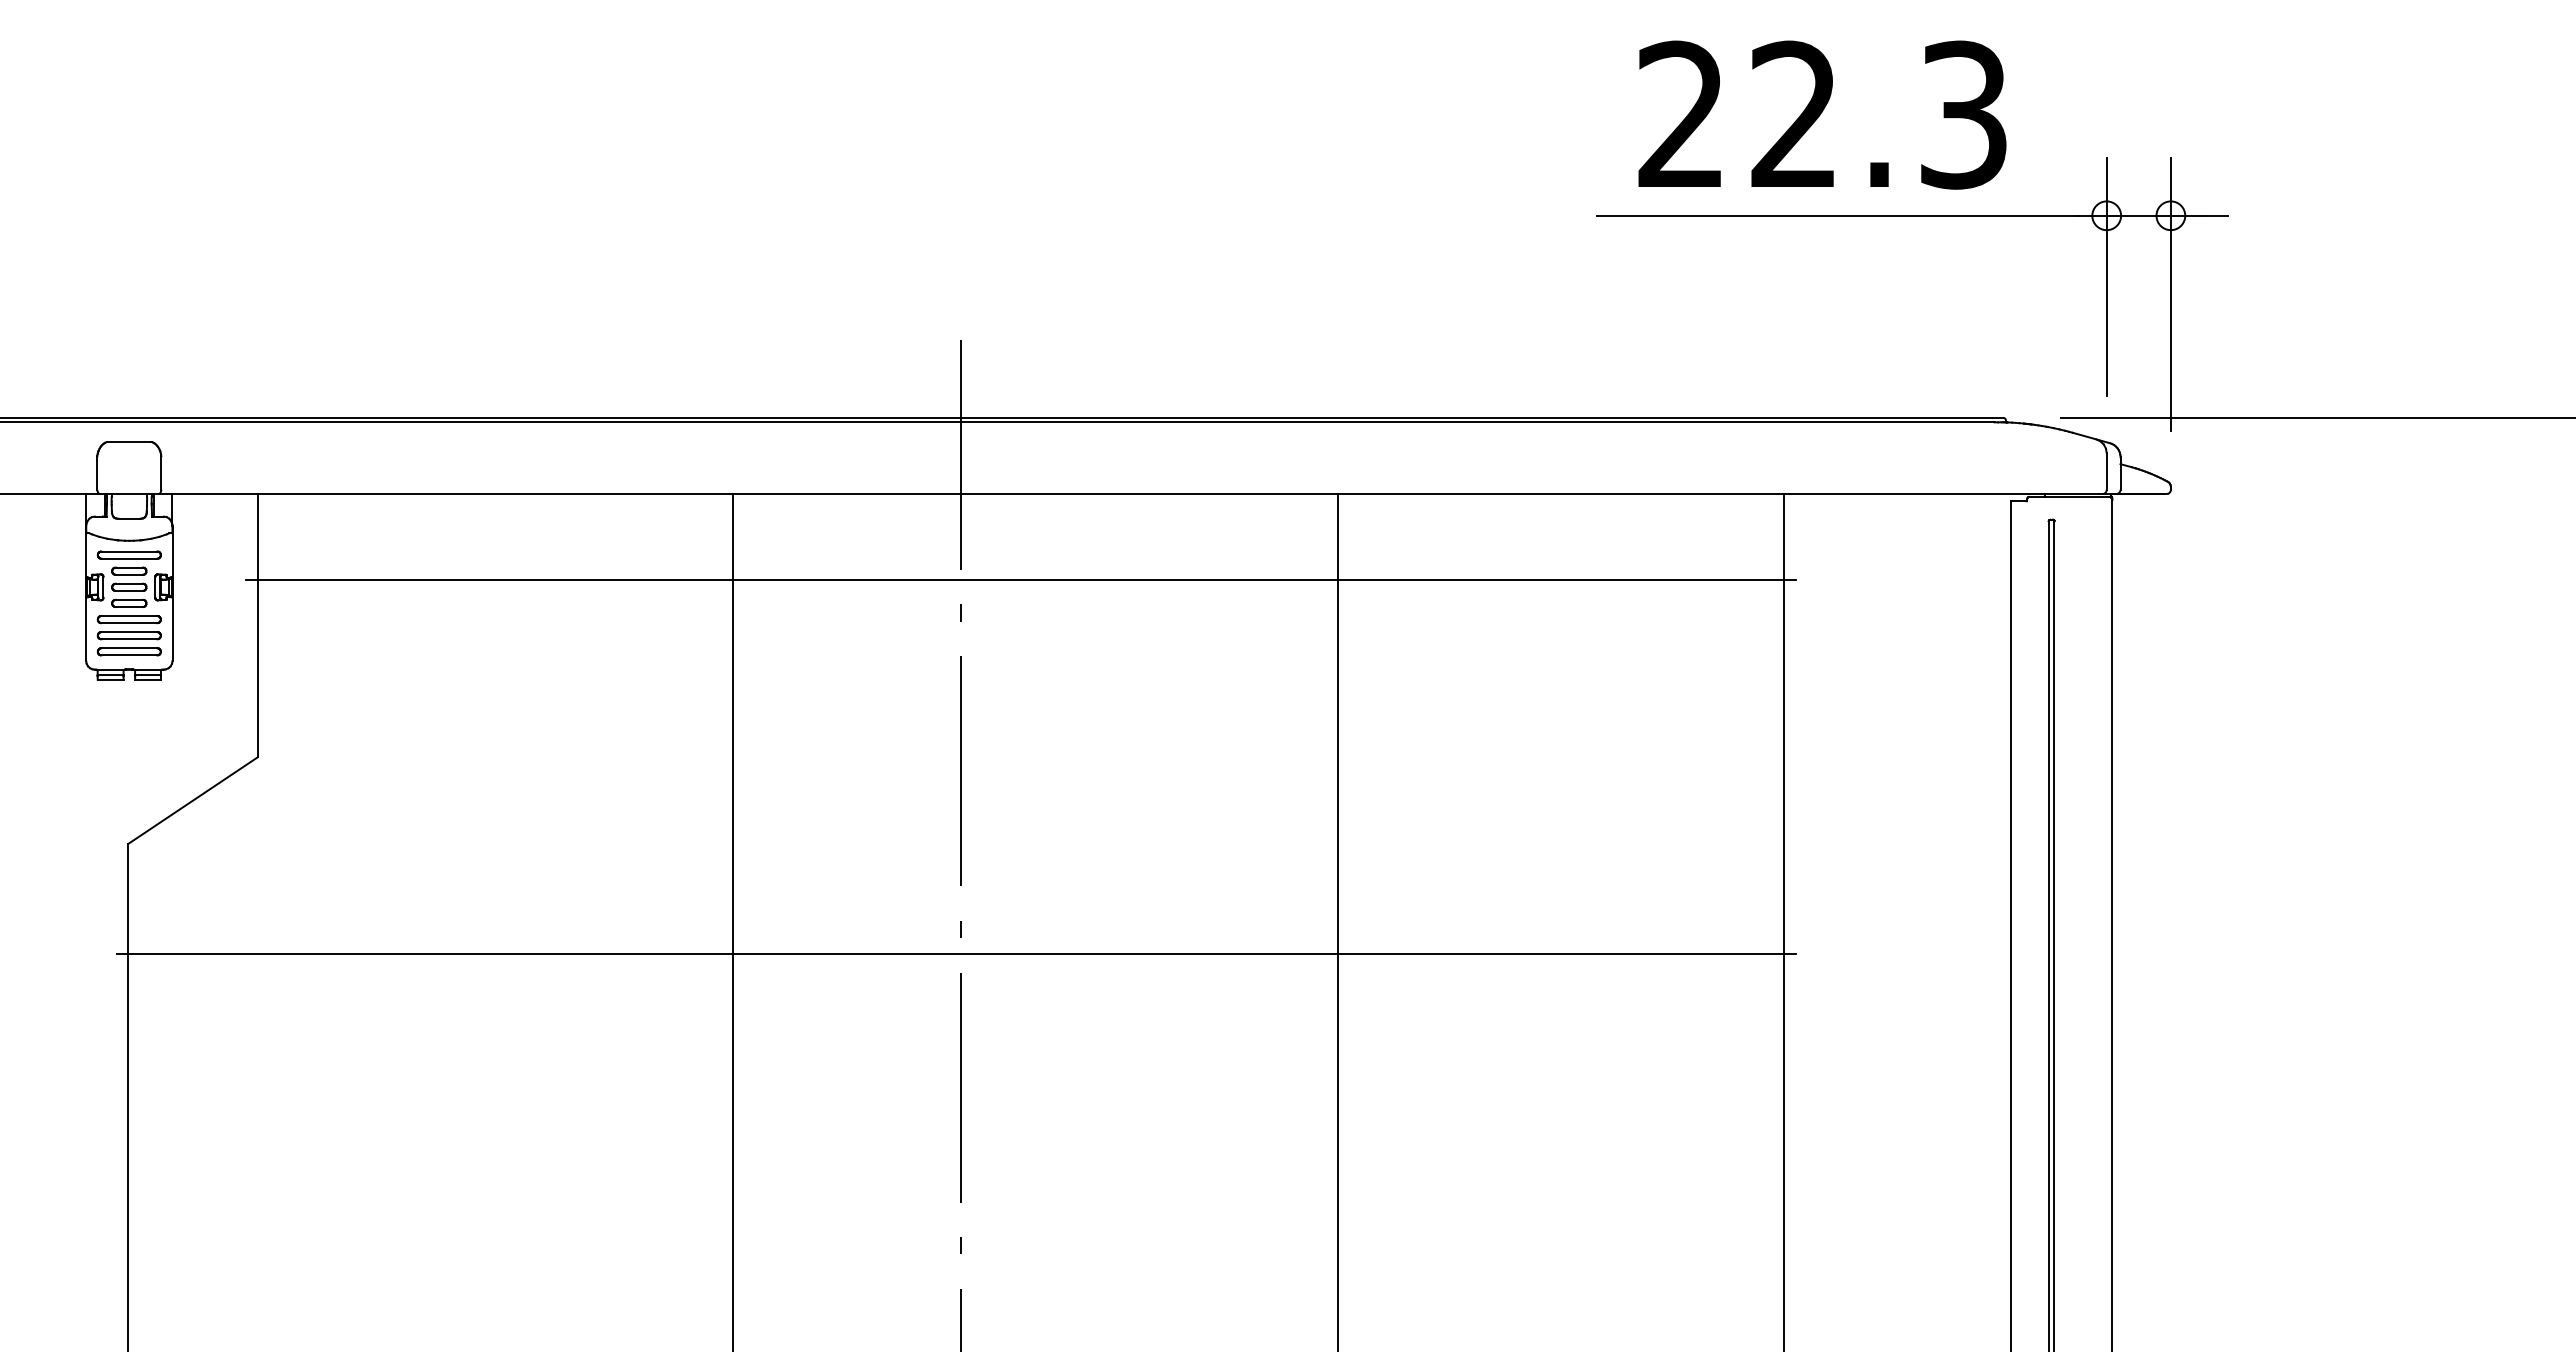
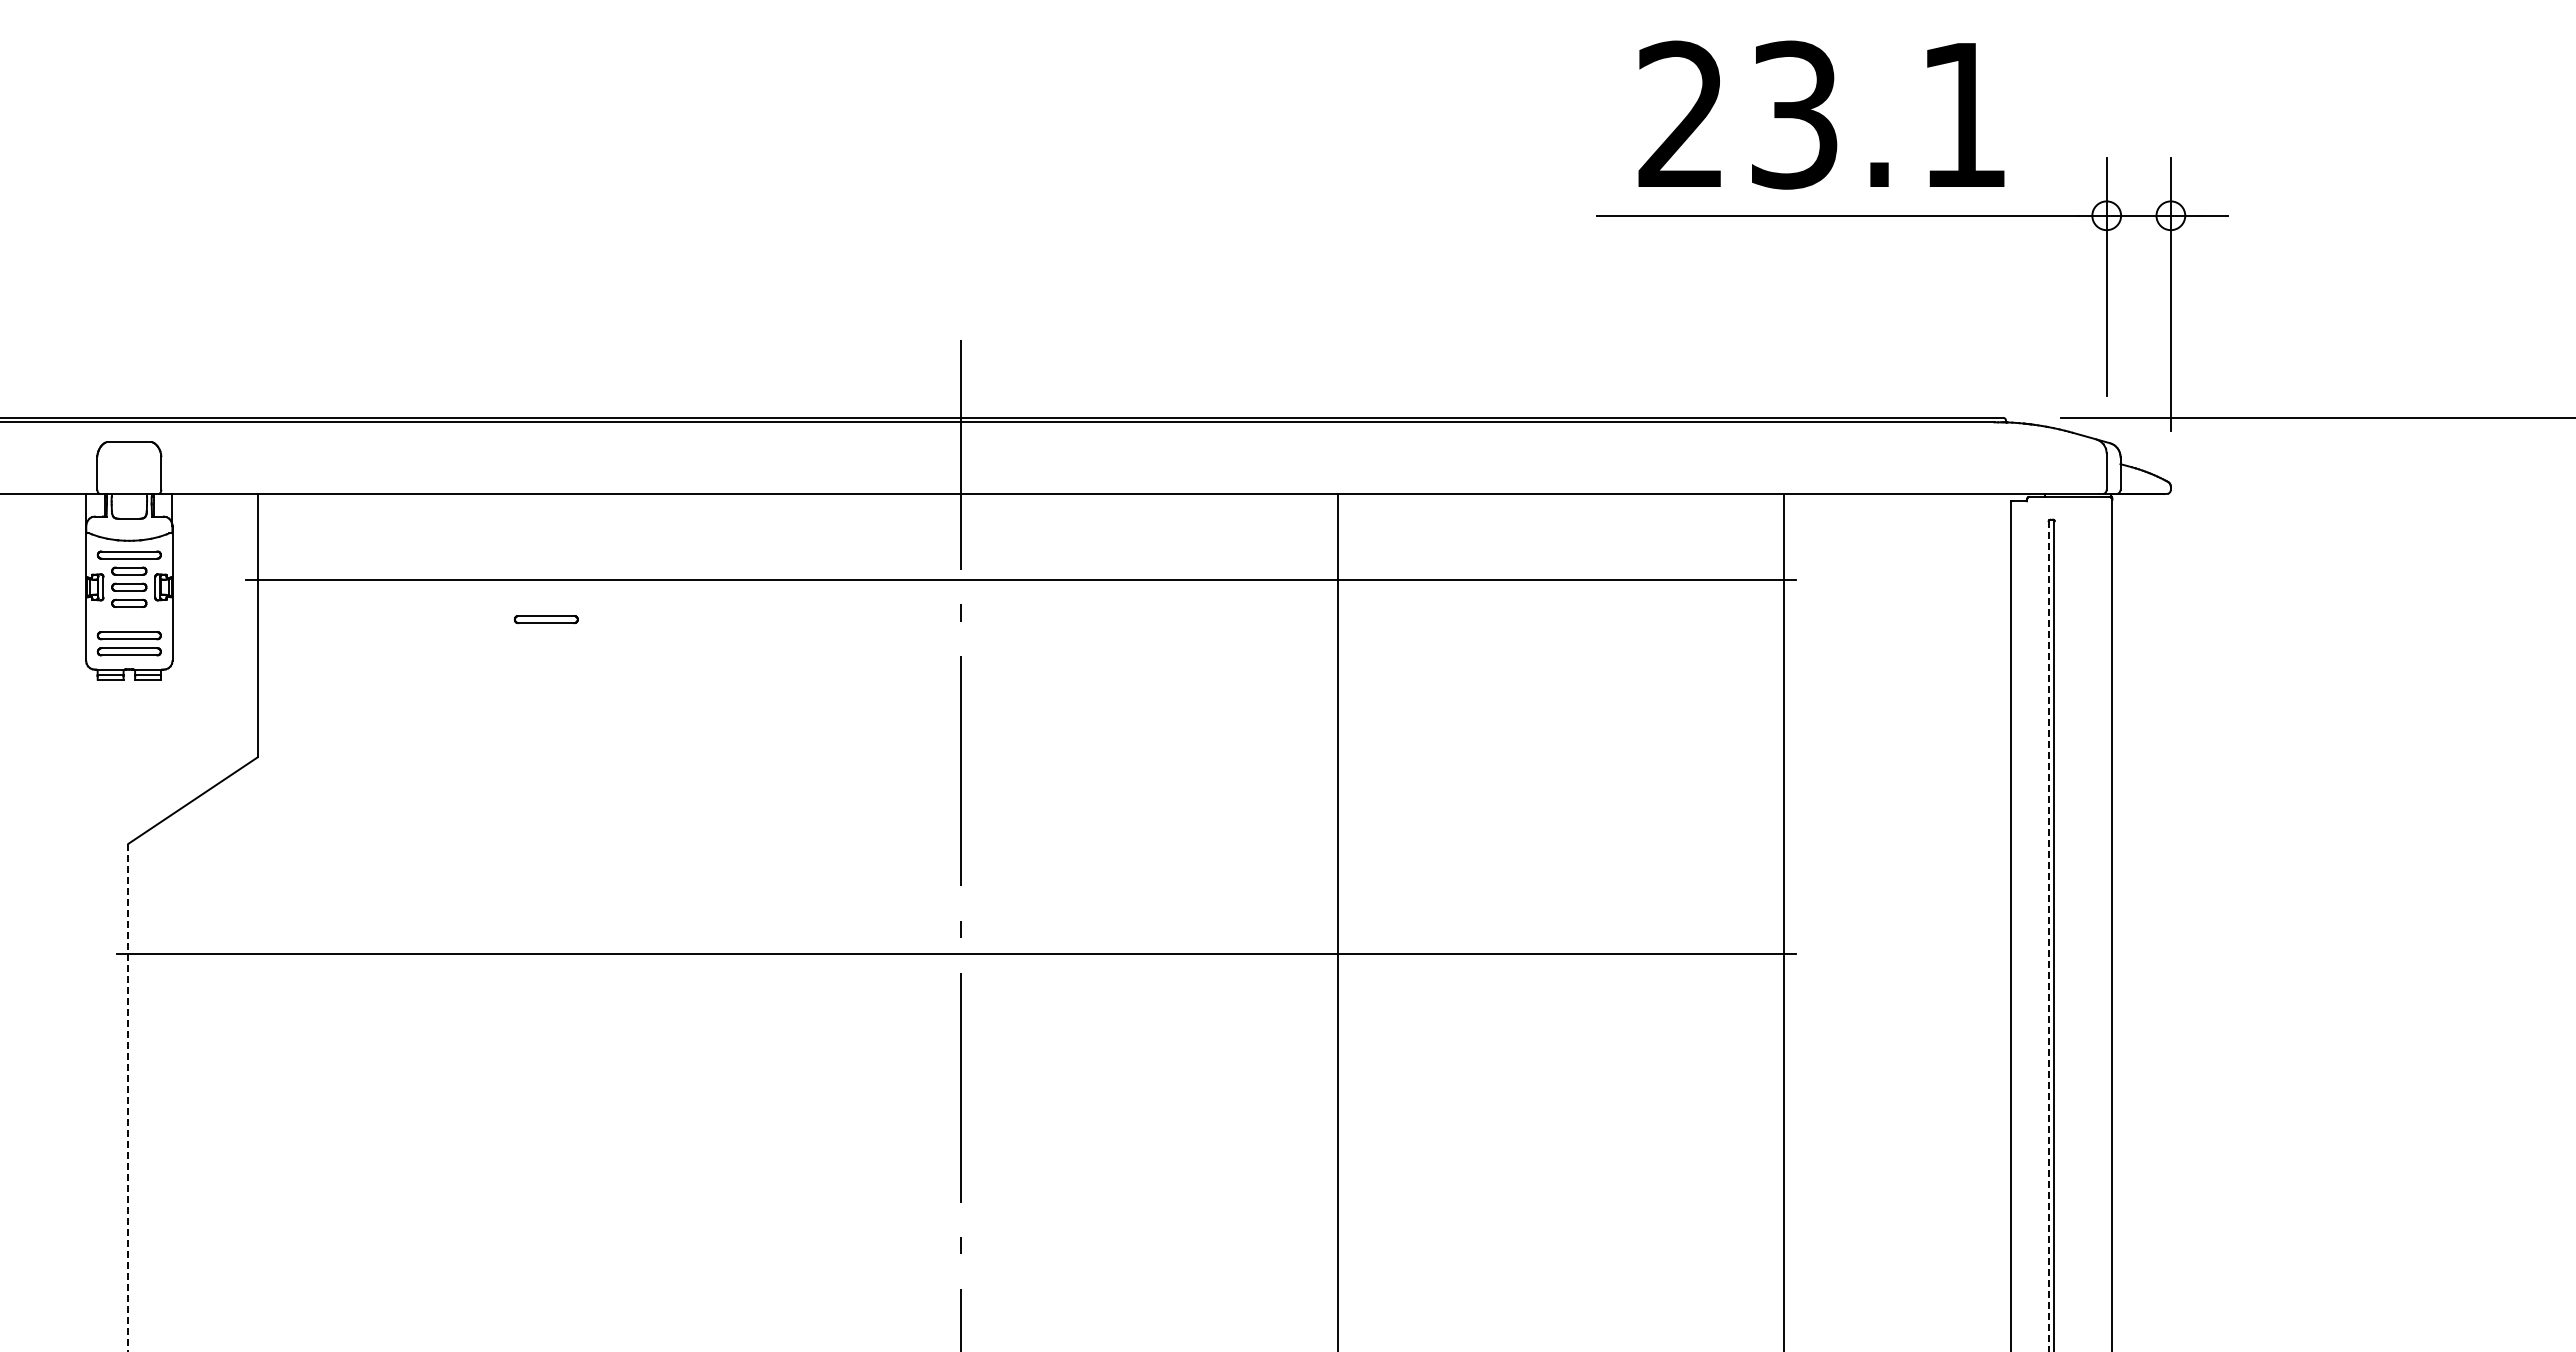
text at (1878, 114): 22.3 -> 23.1
part at (128, 619) position: (128, 619) -> (545, 619)
line at (733, 921): present -> none
line at (2048, 936): solid -> dashed
line at (128, 1097): solid -> dashed
